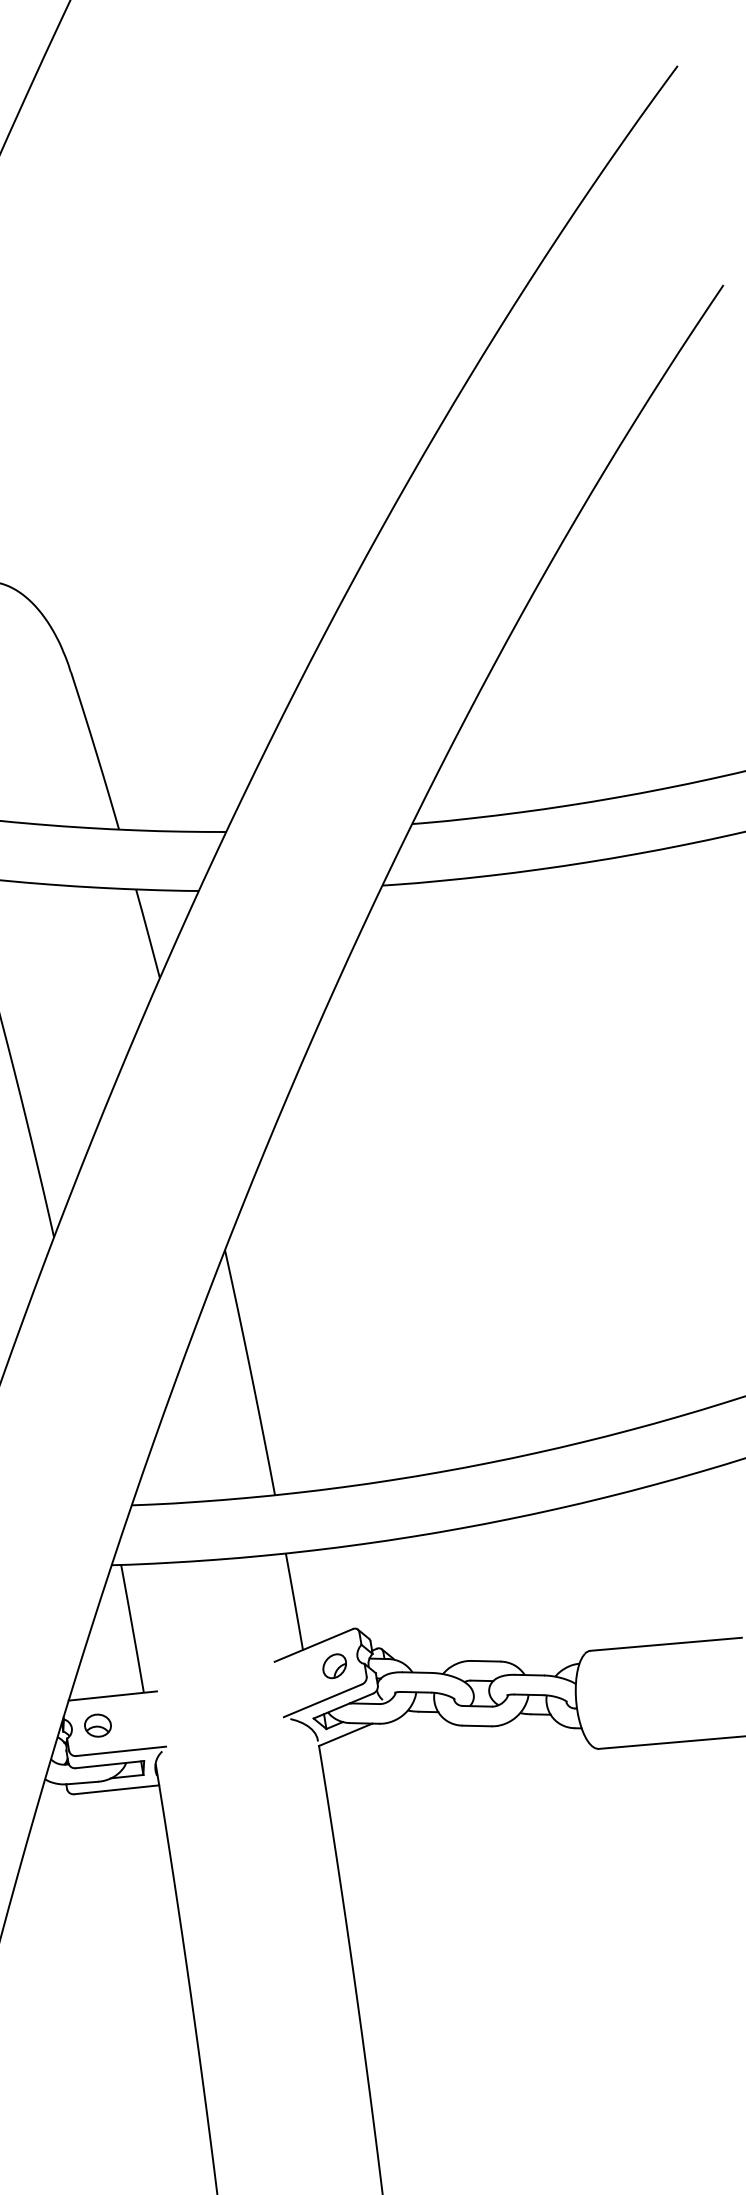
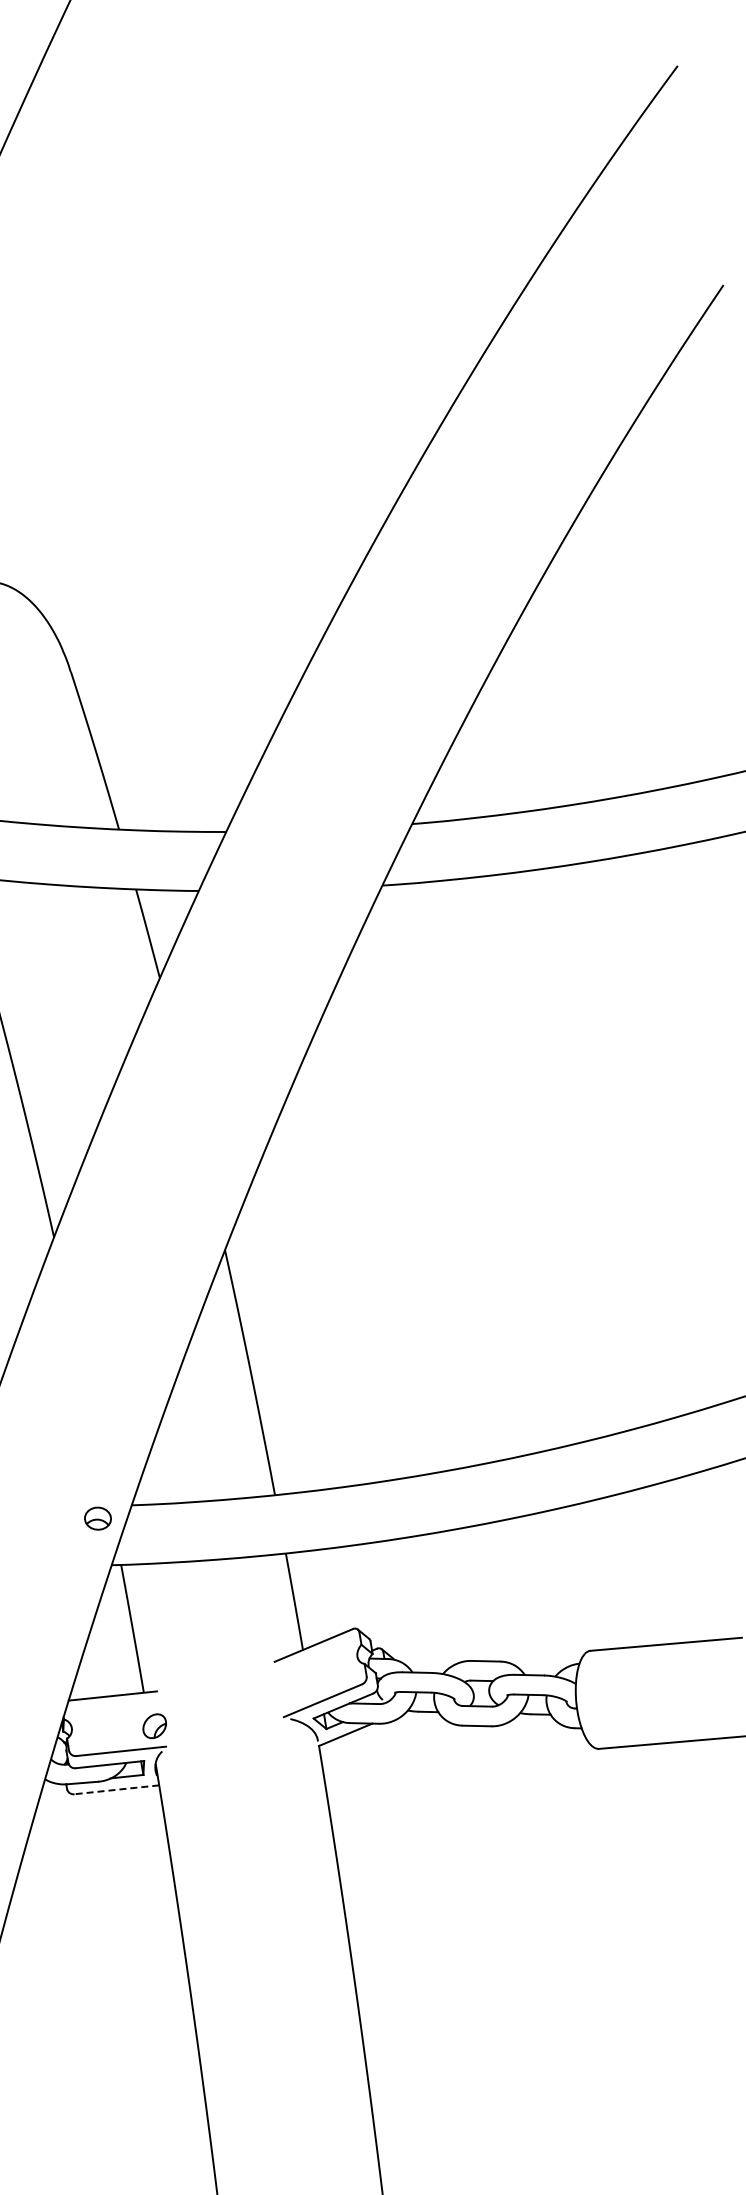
part at (334, 1666) position: (334, 1666) -> (154, 1726)
part at (97, 1725) position: (97, 1725) -> (97, 1518)
line at (116, 1789): solid -> dashed
